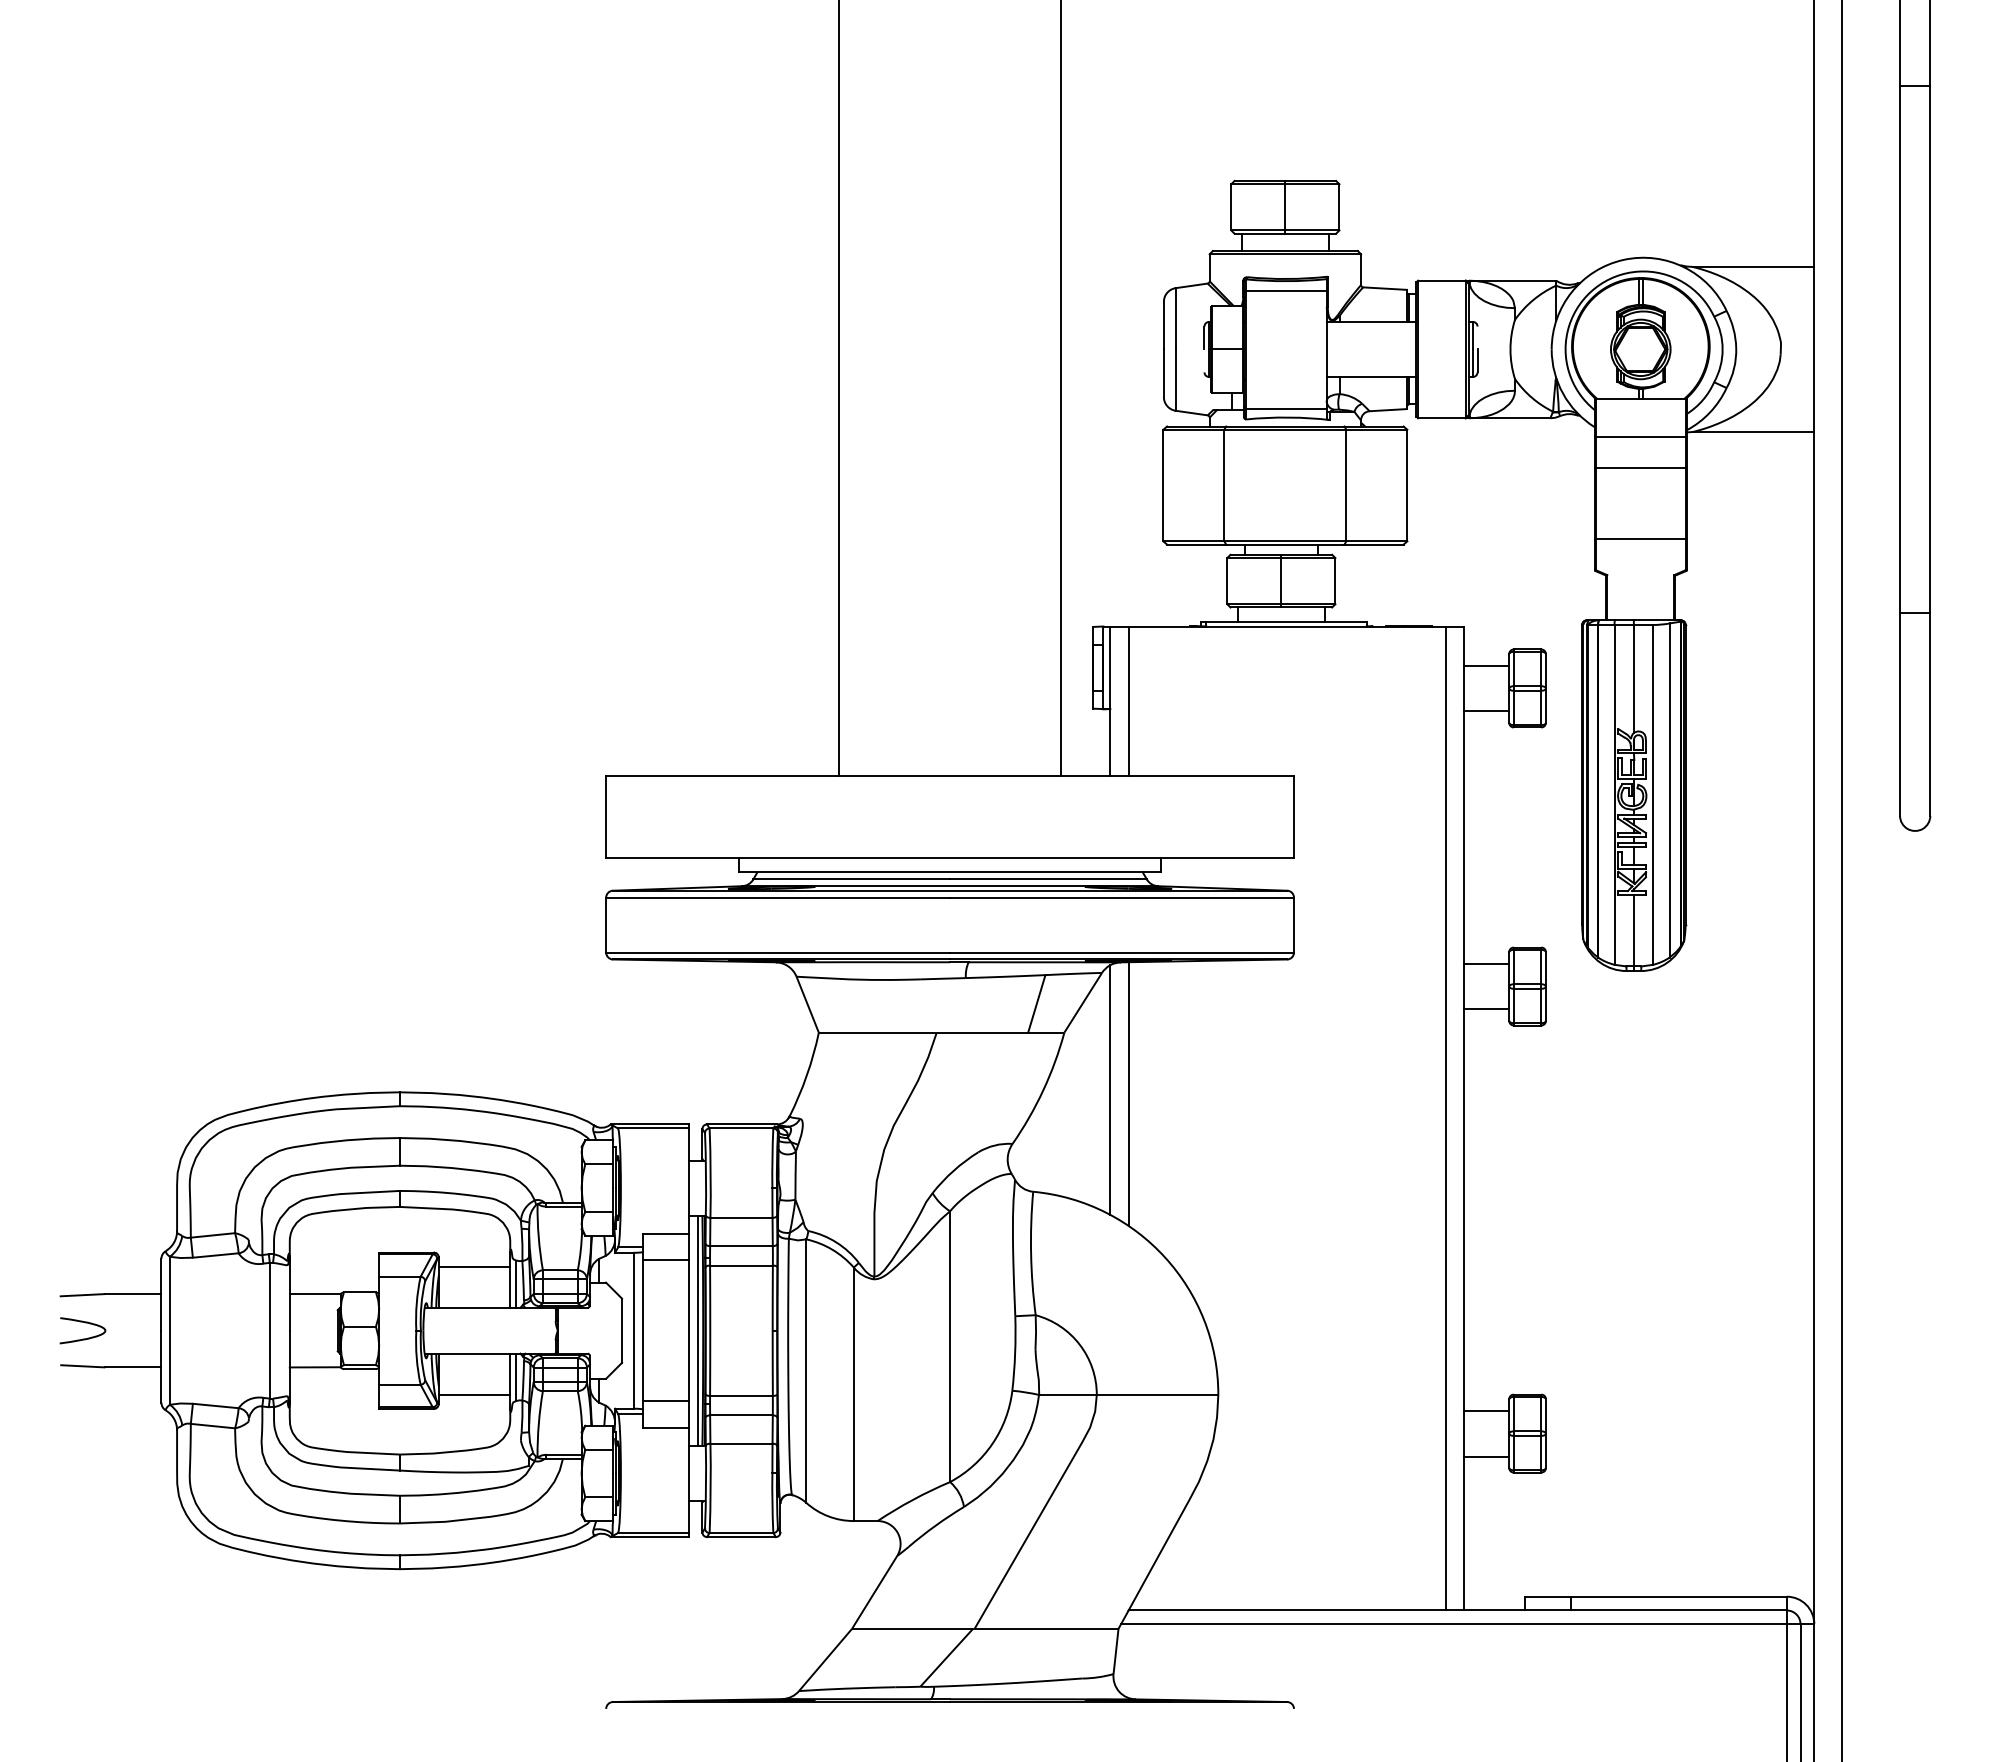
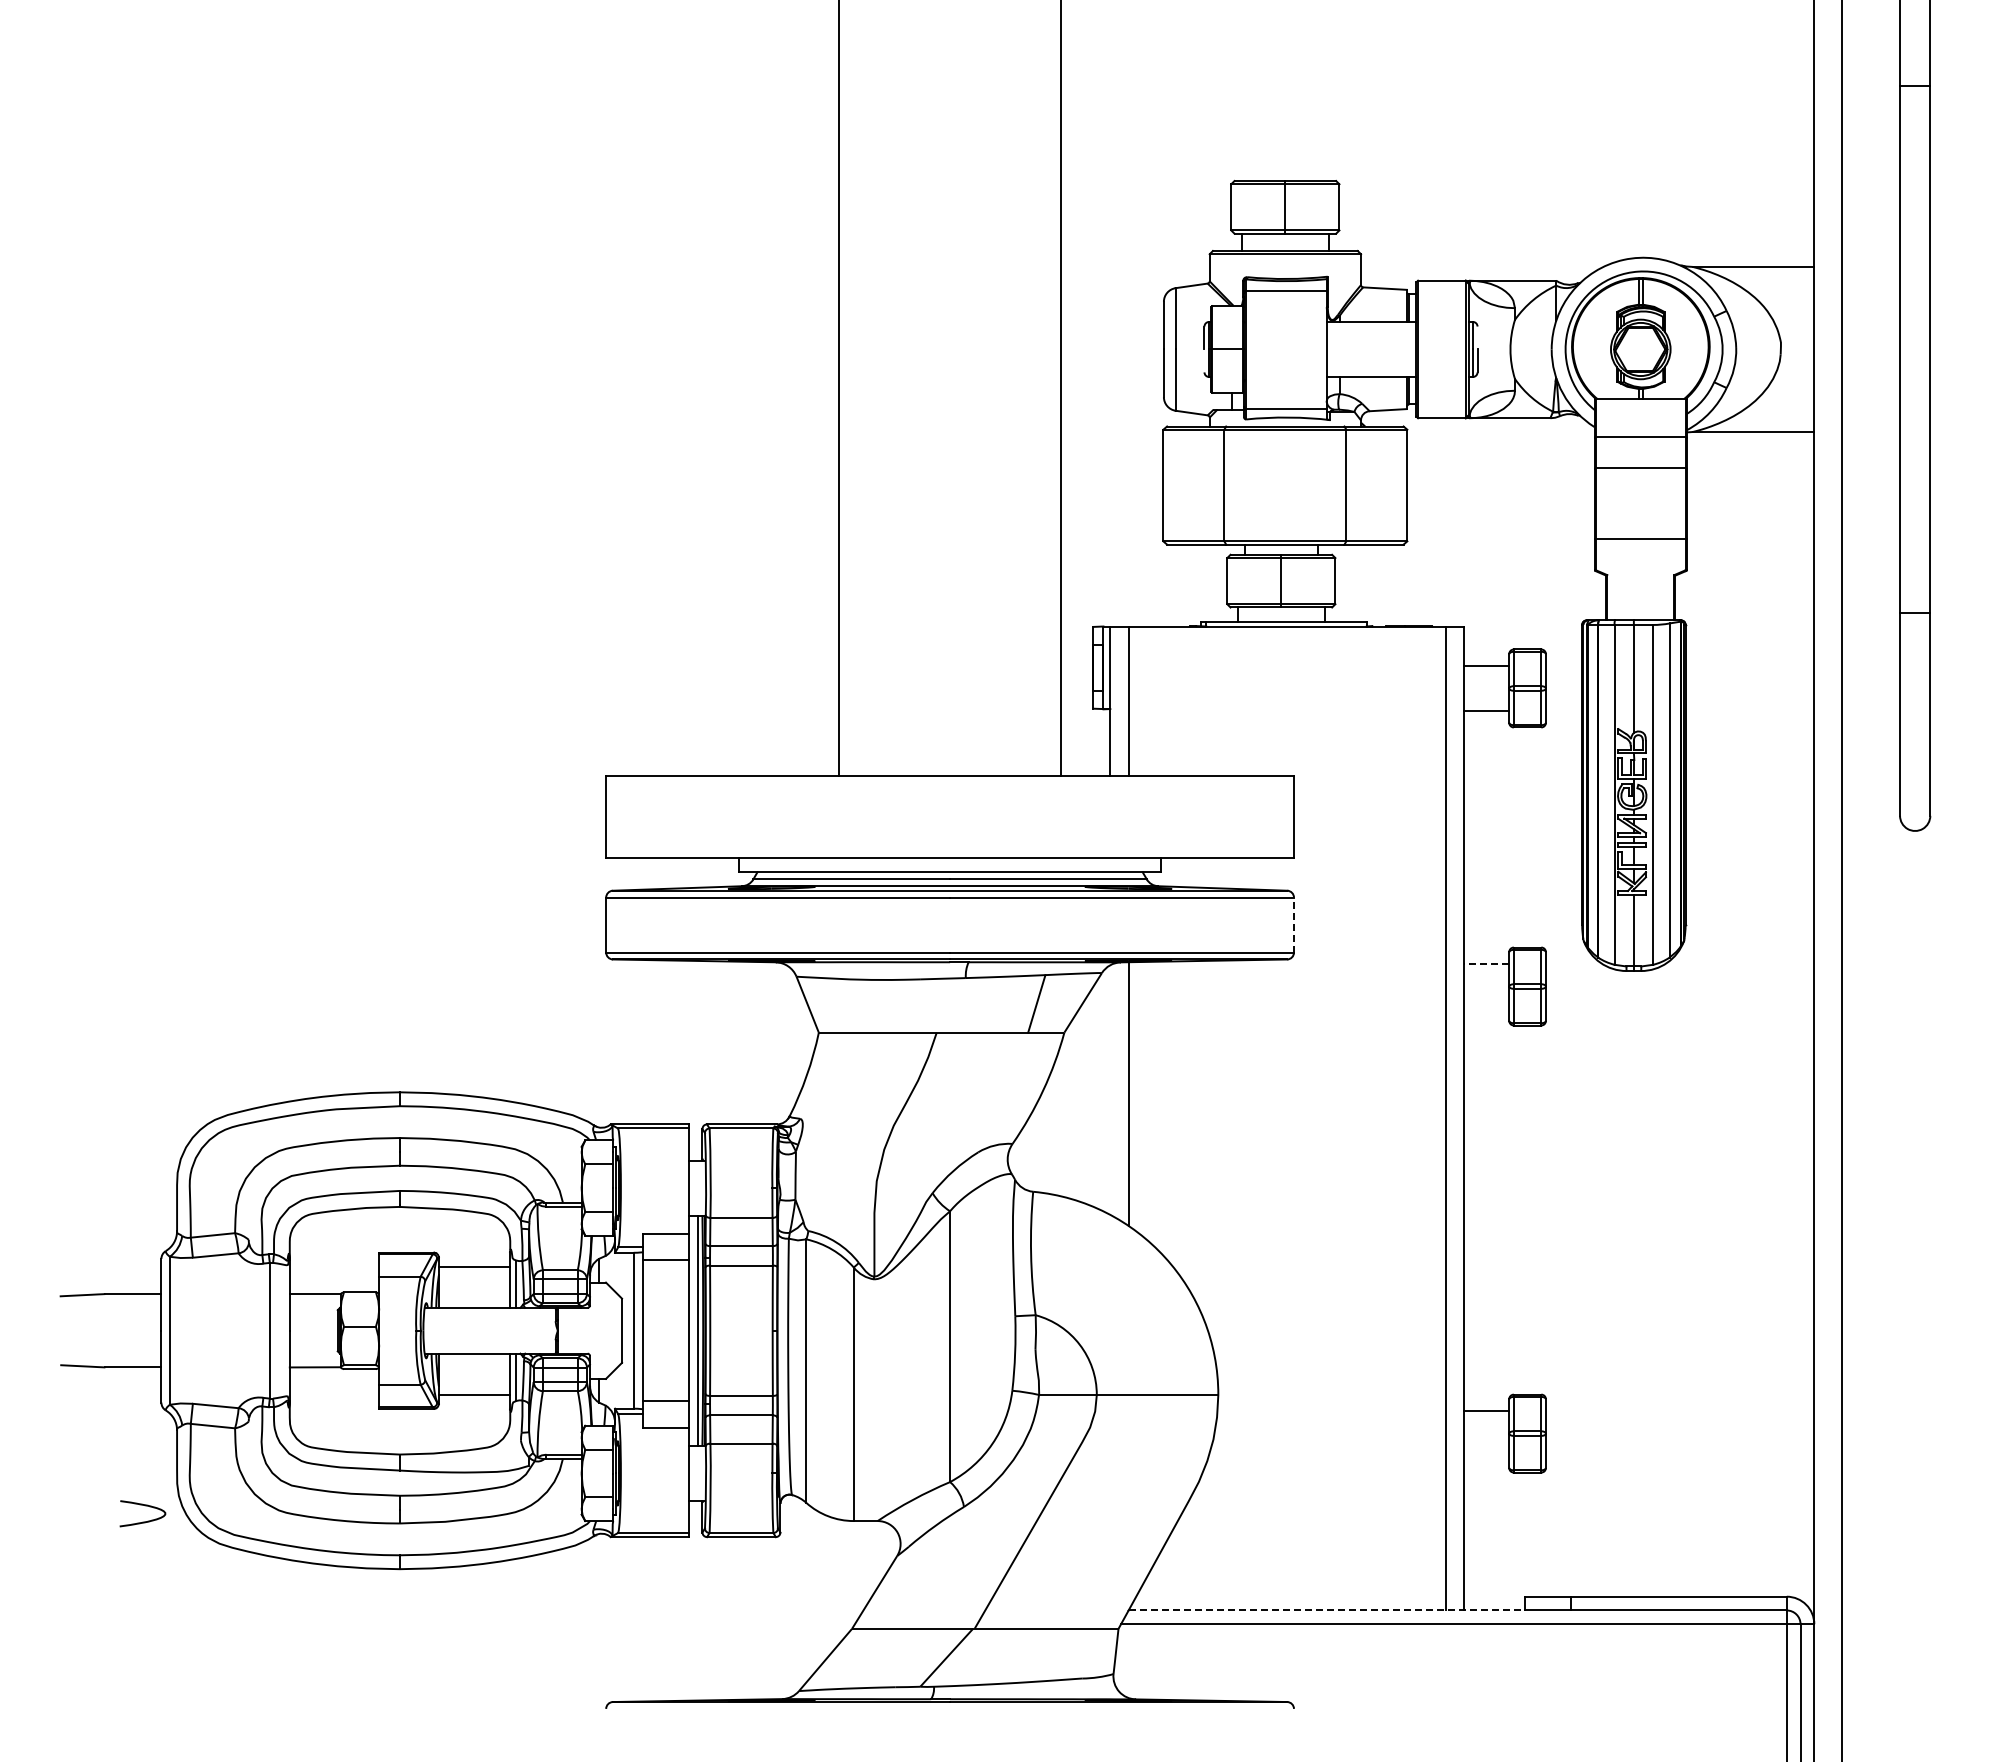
line at (1293, 924): solid -> dashed
line at (1486, 963): solid -> dashed
line at (1486, 1009): present -> none
line at (1110, 1089): present -> none
curve at (85, 1323) position: (85, 1323) -> (145, 1506)
line at (1486, 1456): present -> none
line at (1327, 1610): solid -> dashed
